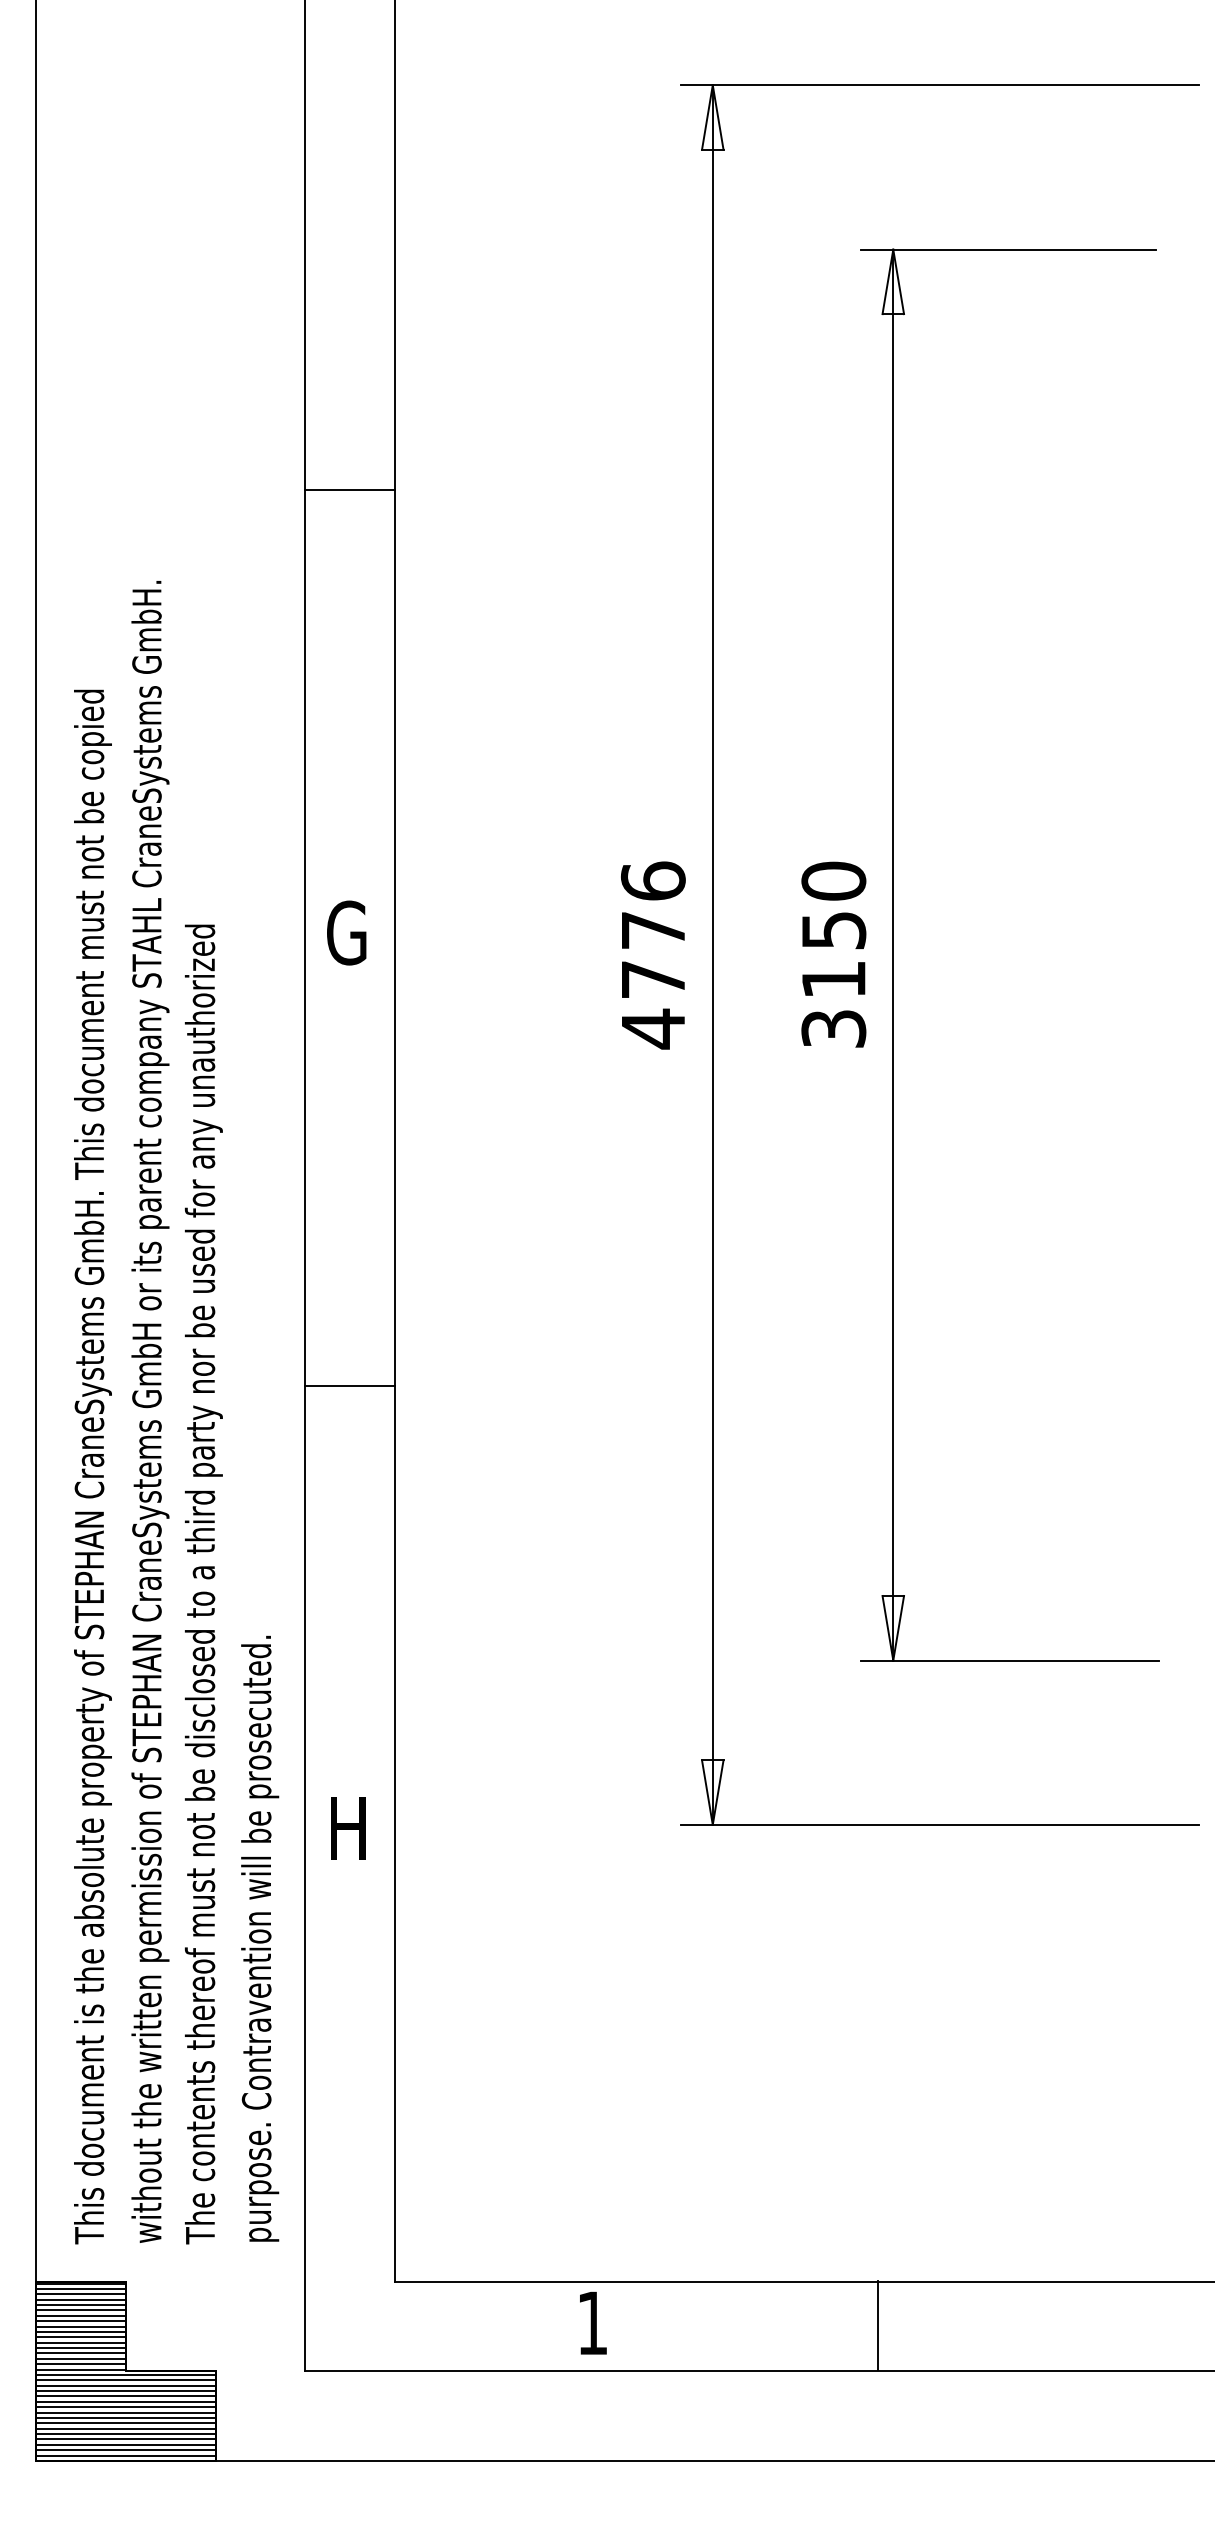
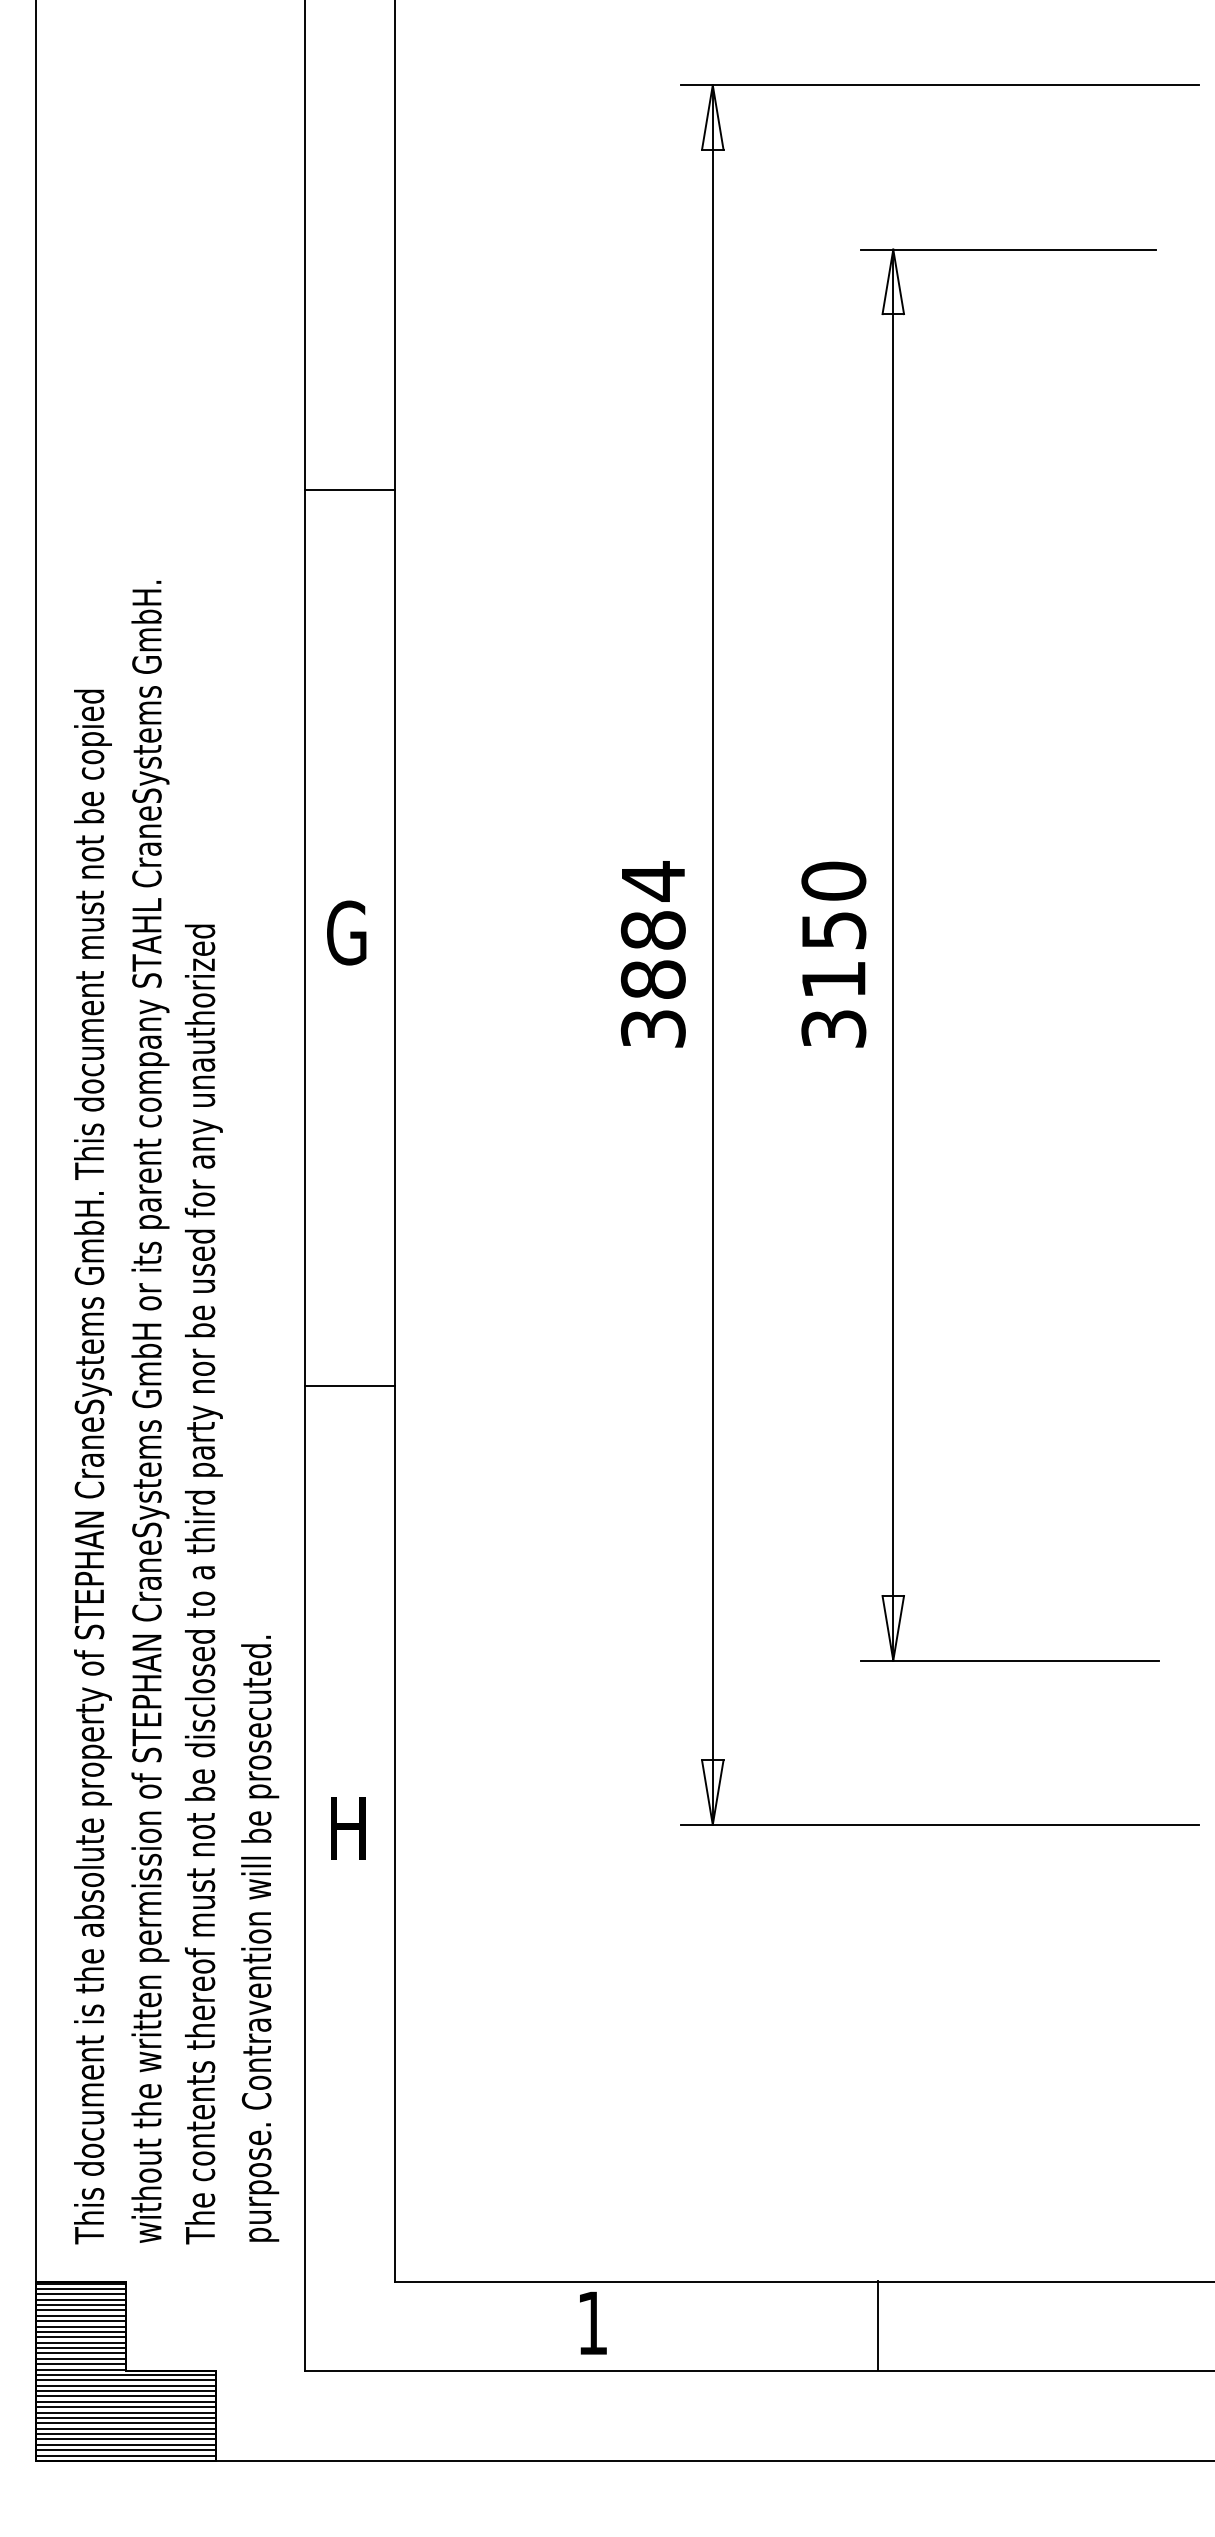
text at (652, 955): 4776 -> 3884
